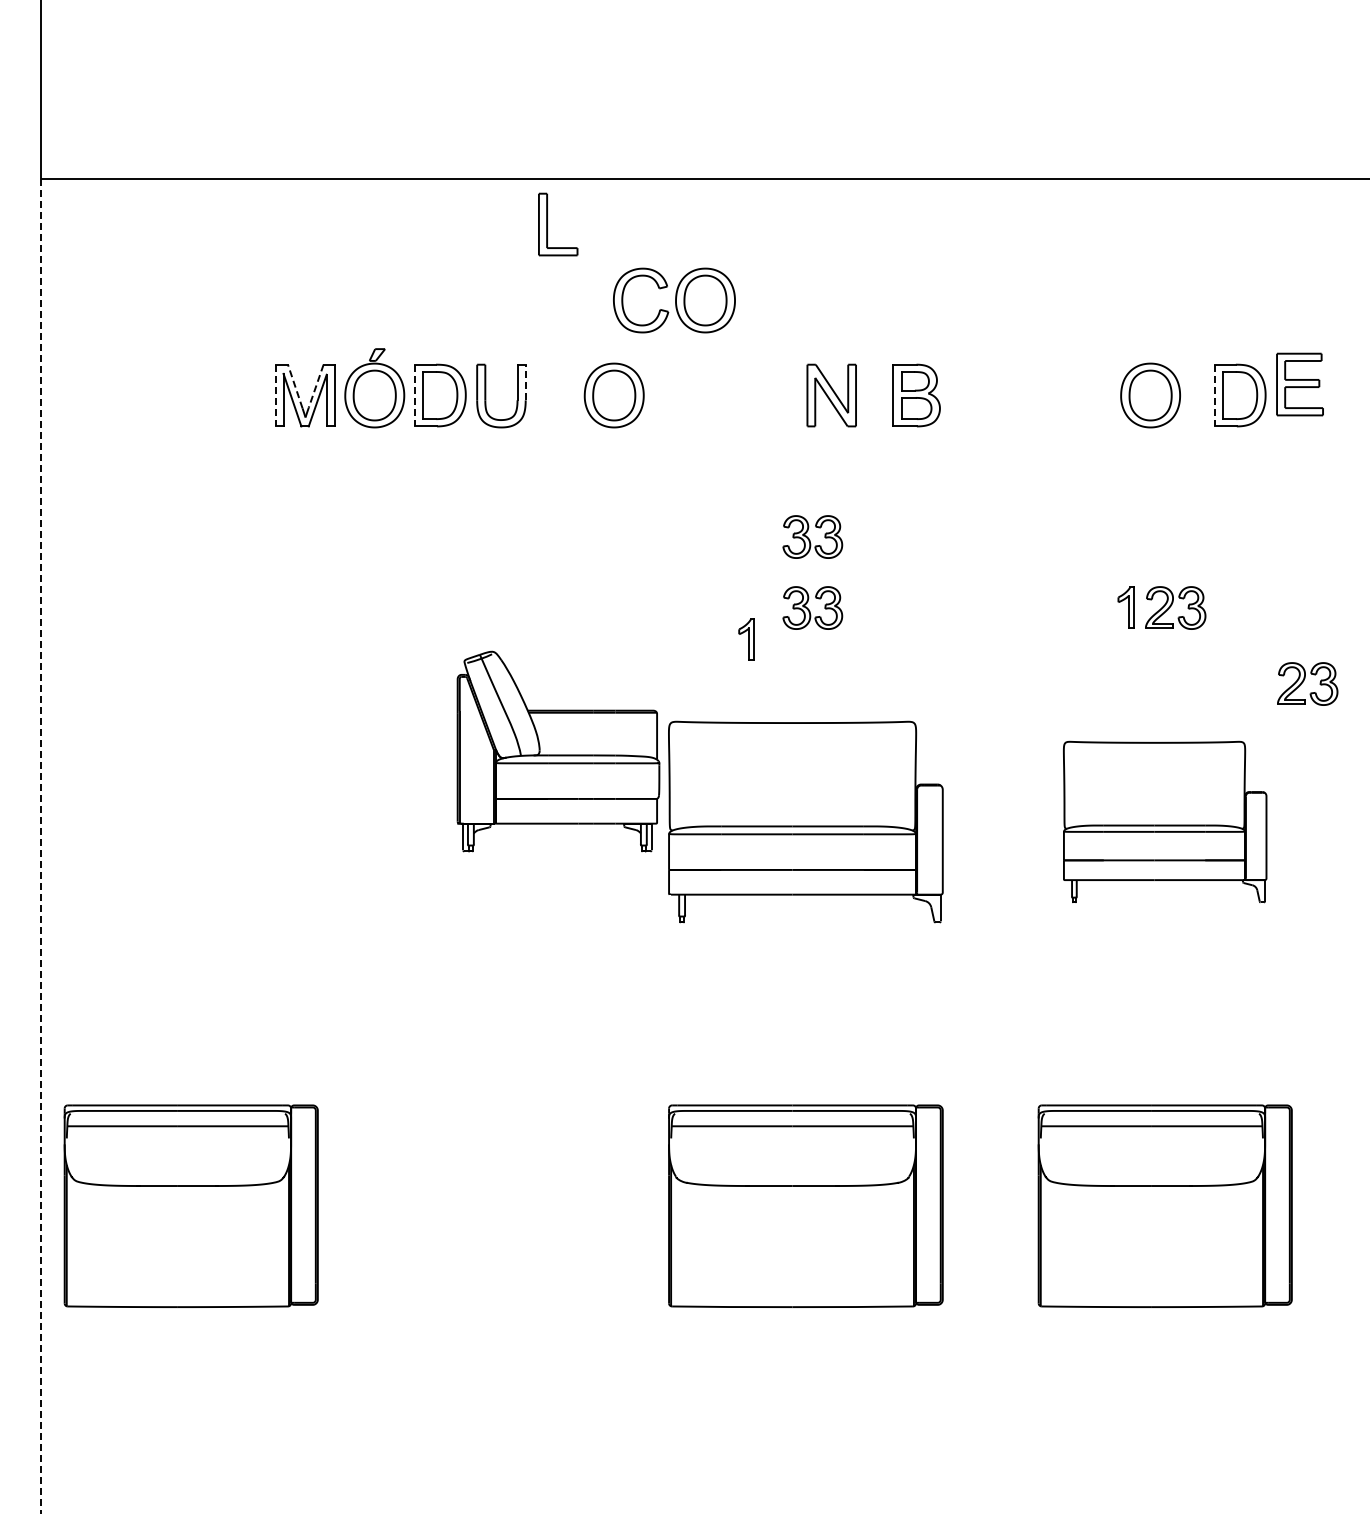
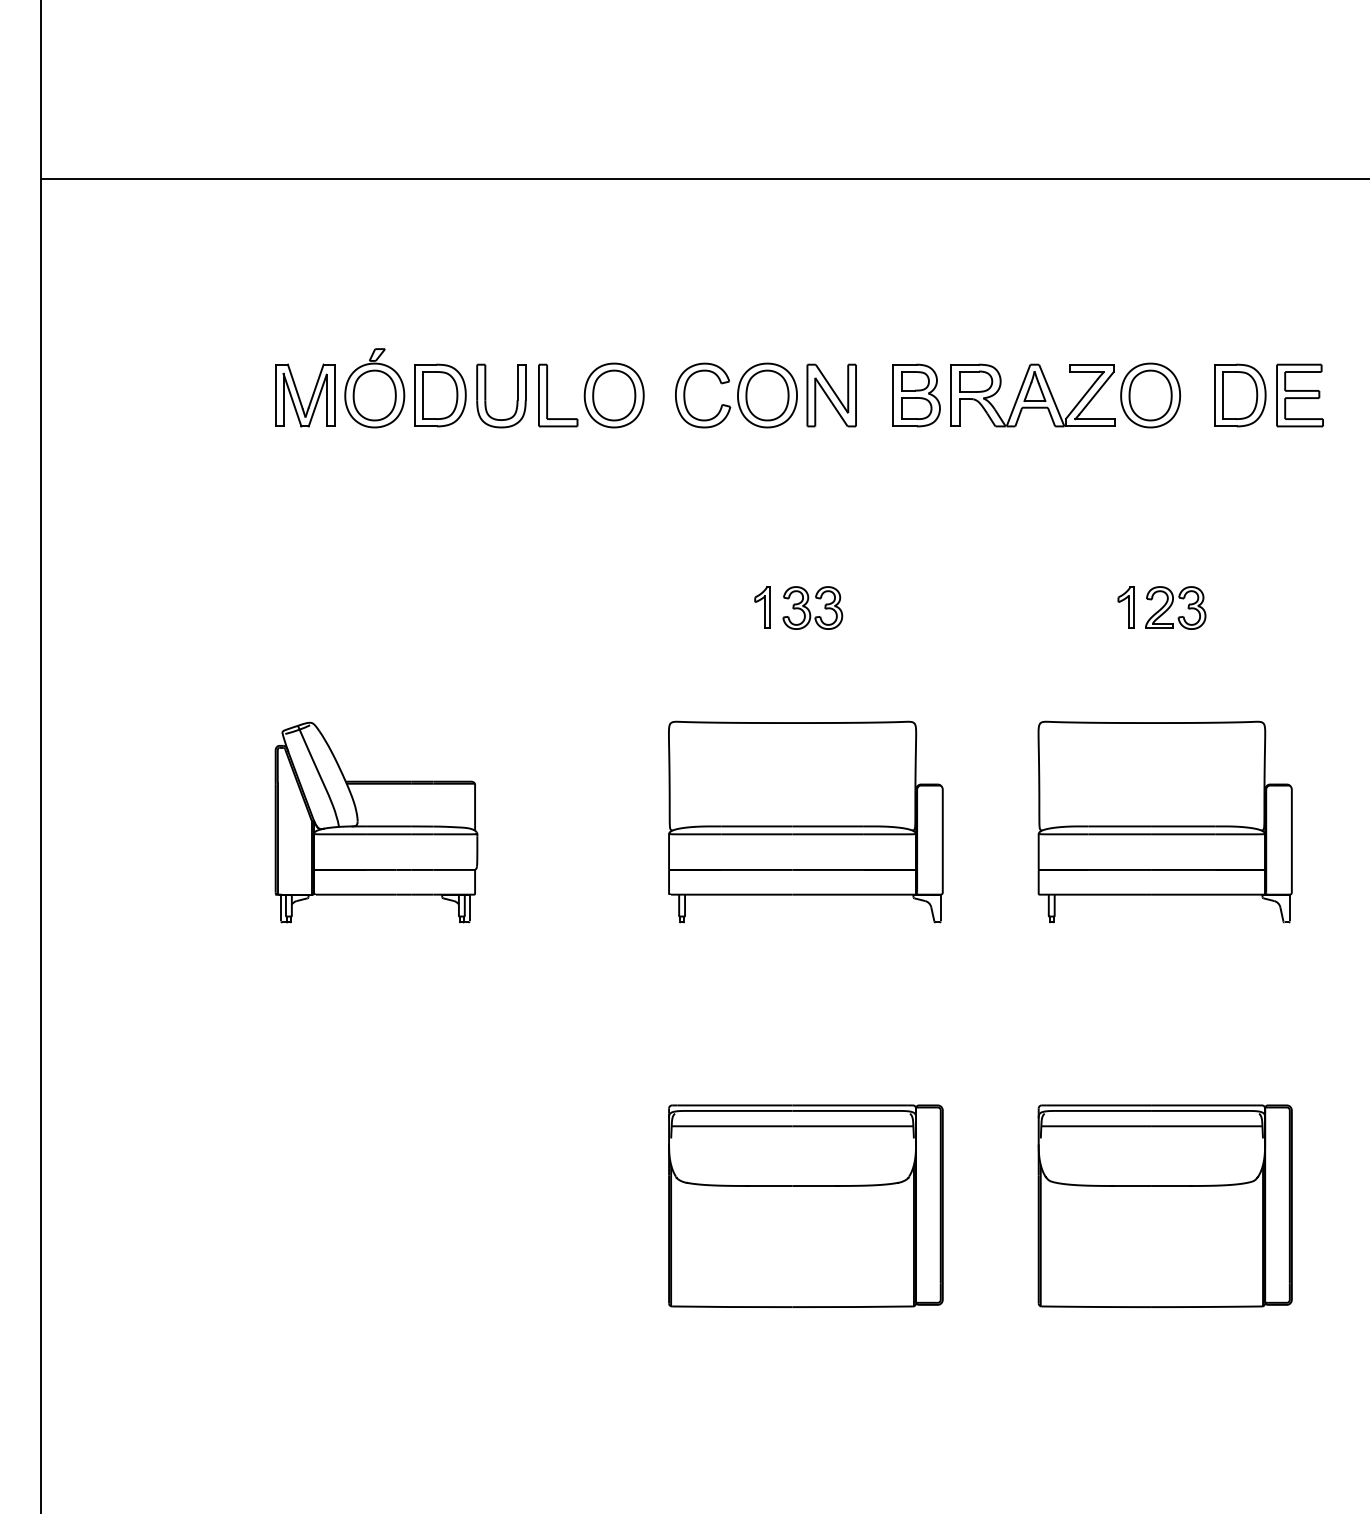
part at (547, 224) position: (547, 224) -> (547, 395)
part at (674, 300) position: (674, 300) -> (736, 395)
line at (525, 382): dashed -> solid
part at (1299, 384) position: (1299, 384) -> (1299, 395)
line at (295, 386): dashed -> solid
line at (316, 386): dashed -> solid
line at (275, 395): dashed -> solid
line at (414, 395): dashed -> solid
part at (1032, 395): none -> present
line at (1214, 395): dashed -> solid
part at (812, 536): present -> none
part at (746, 639) position: (746, 639) -> (762, 607)
part at (1307, 683): present -> none
part at (558, 751) position: (558, 751) -> (376, 822)
part at (1165, 821) size: 205x164 px -> 256x204 px
line at (41, 846): dashed -> solid
part at (190, 1205): present -> none
